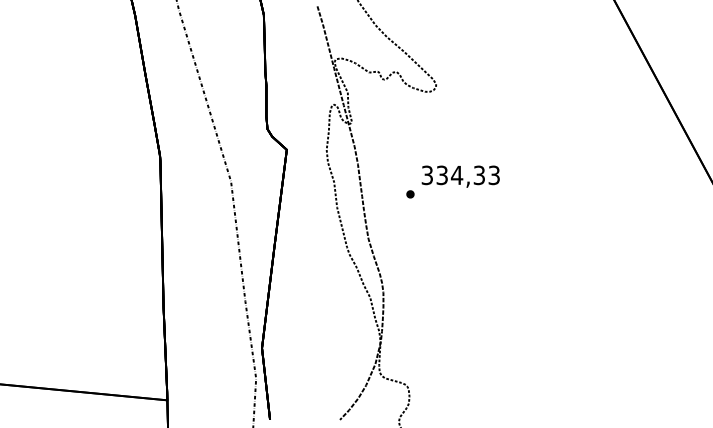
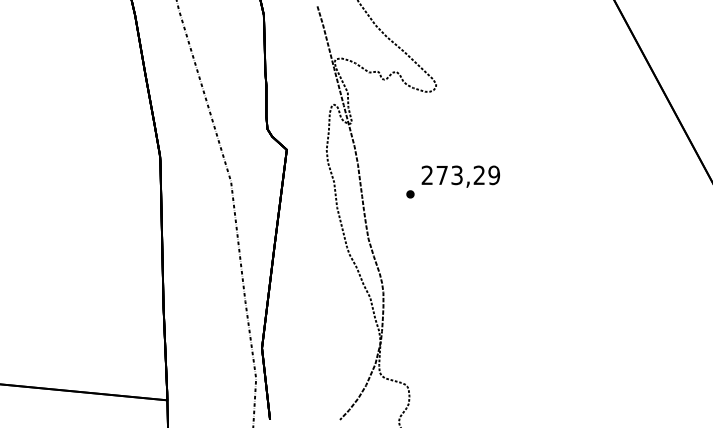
text at (460, 175): 334,33 -> 273,29
